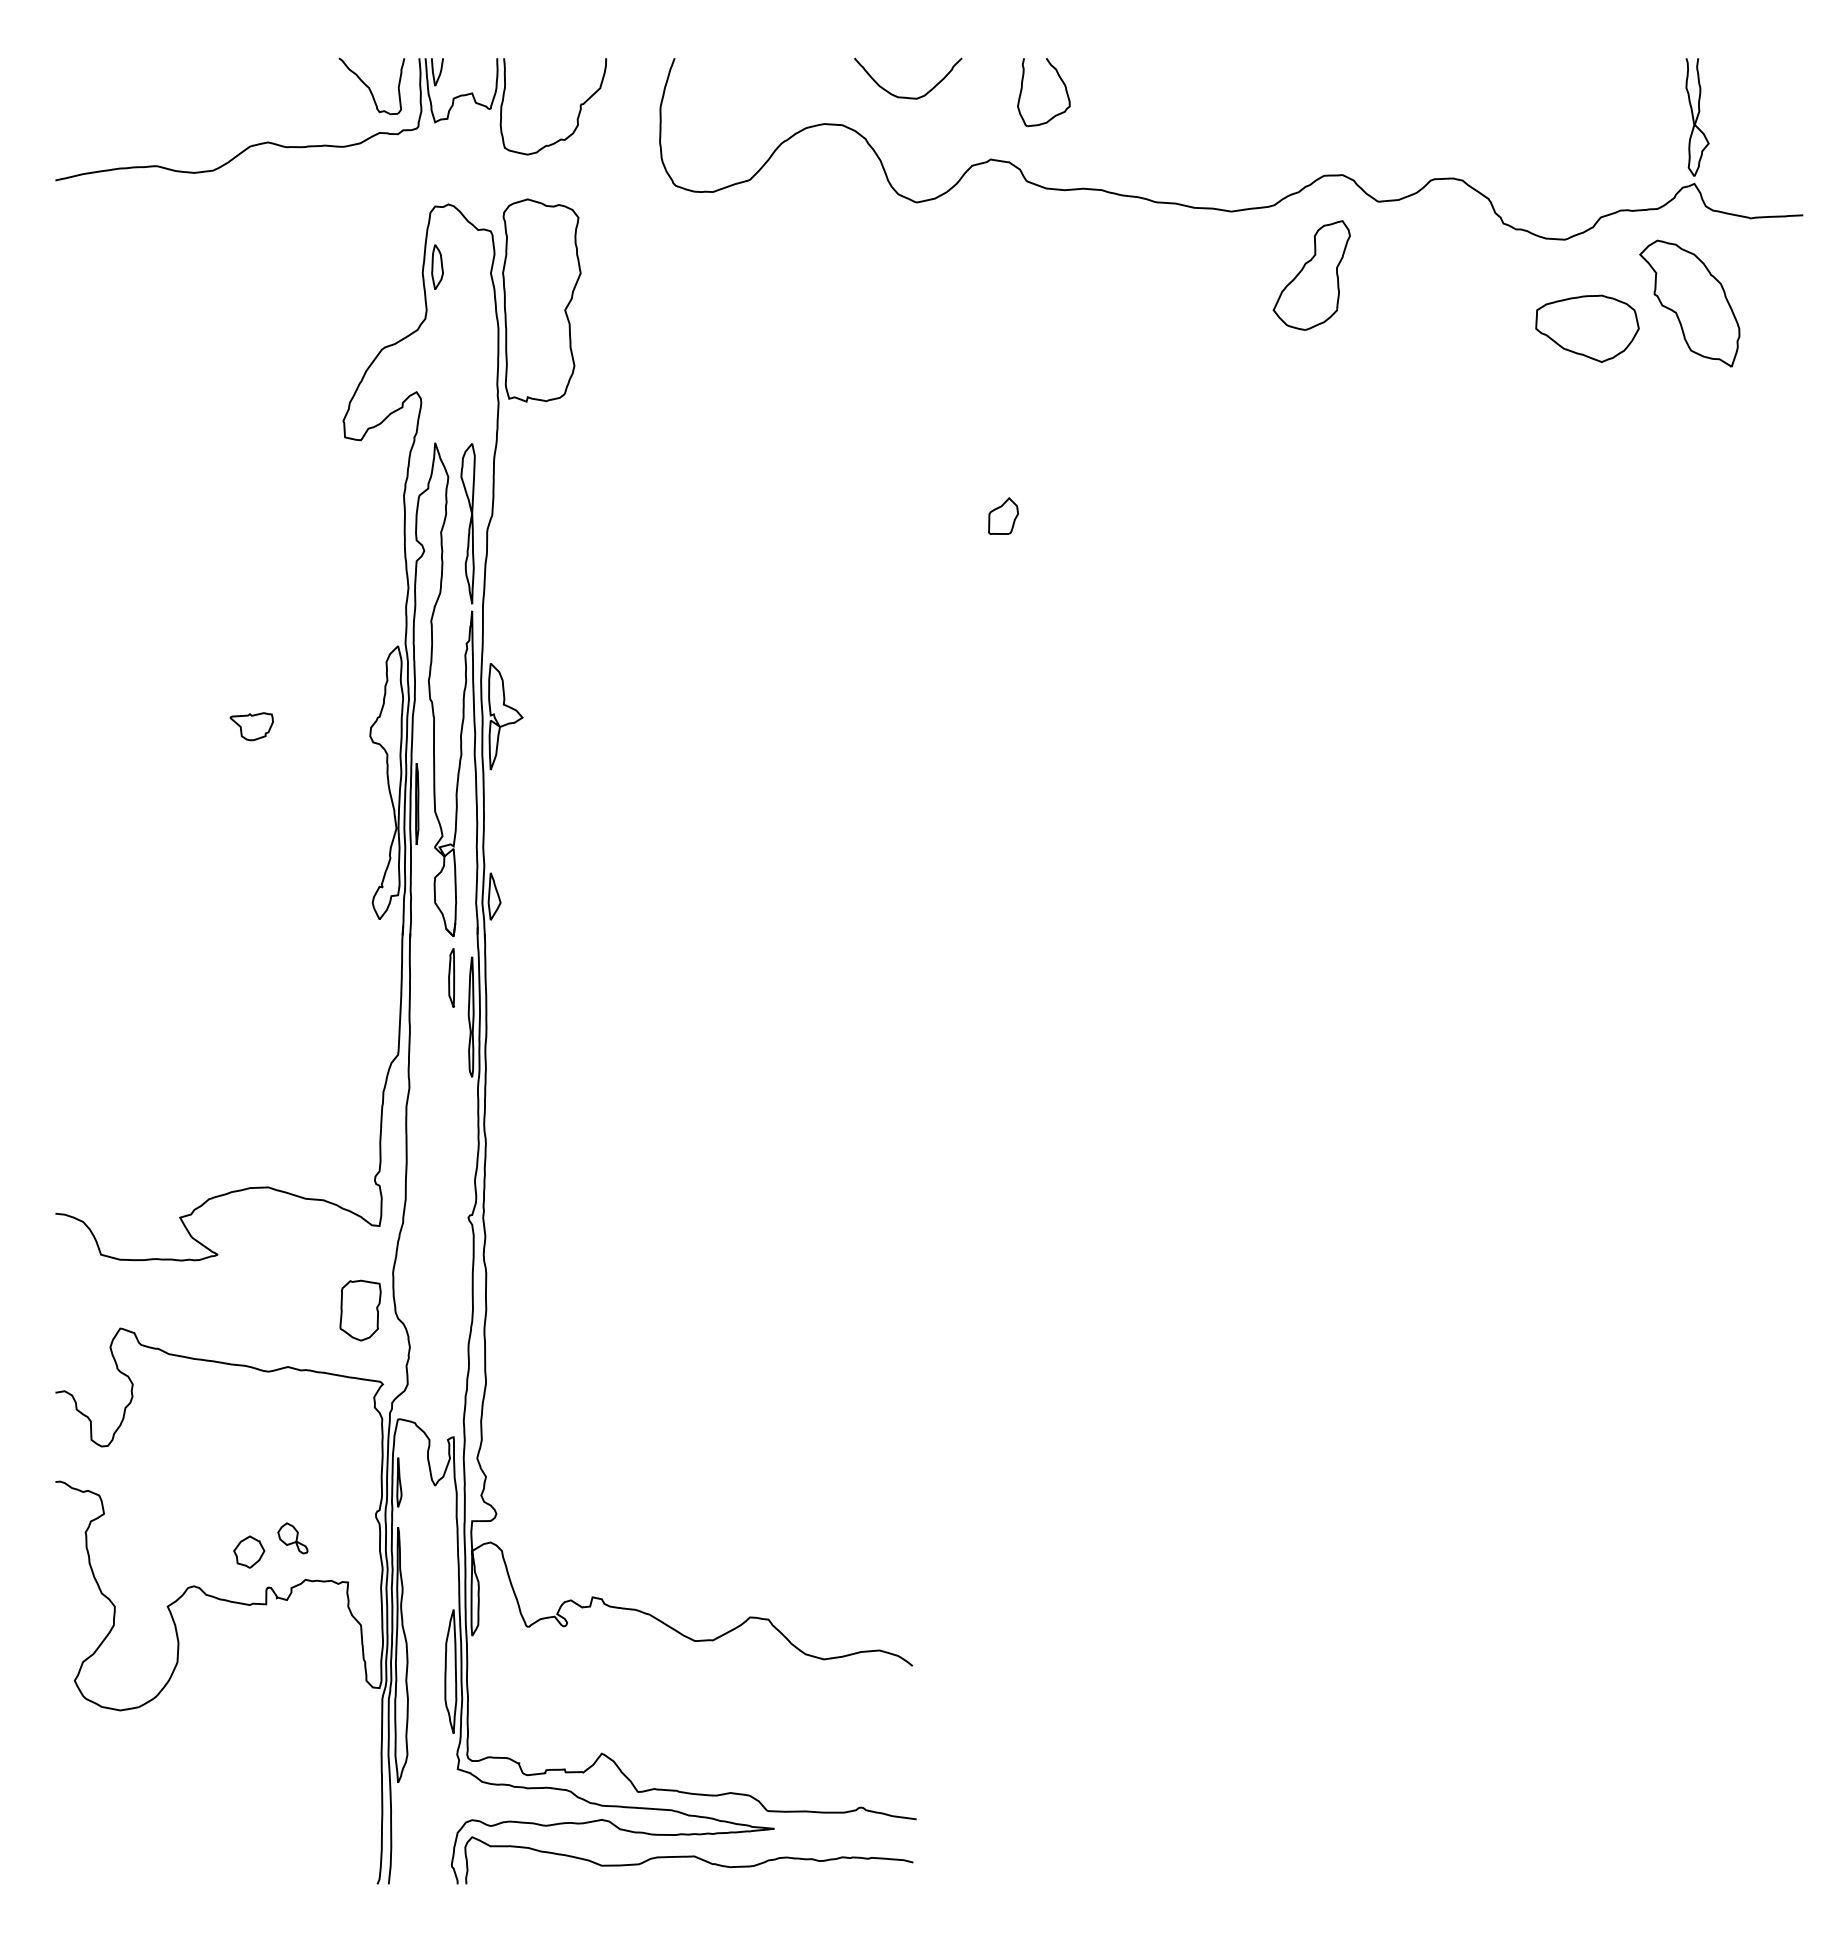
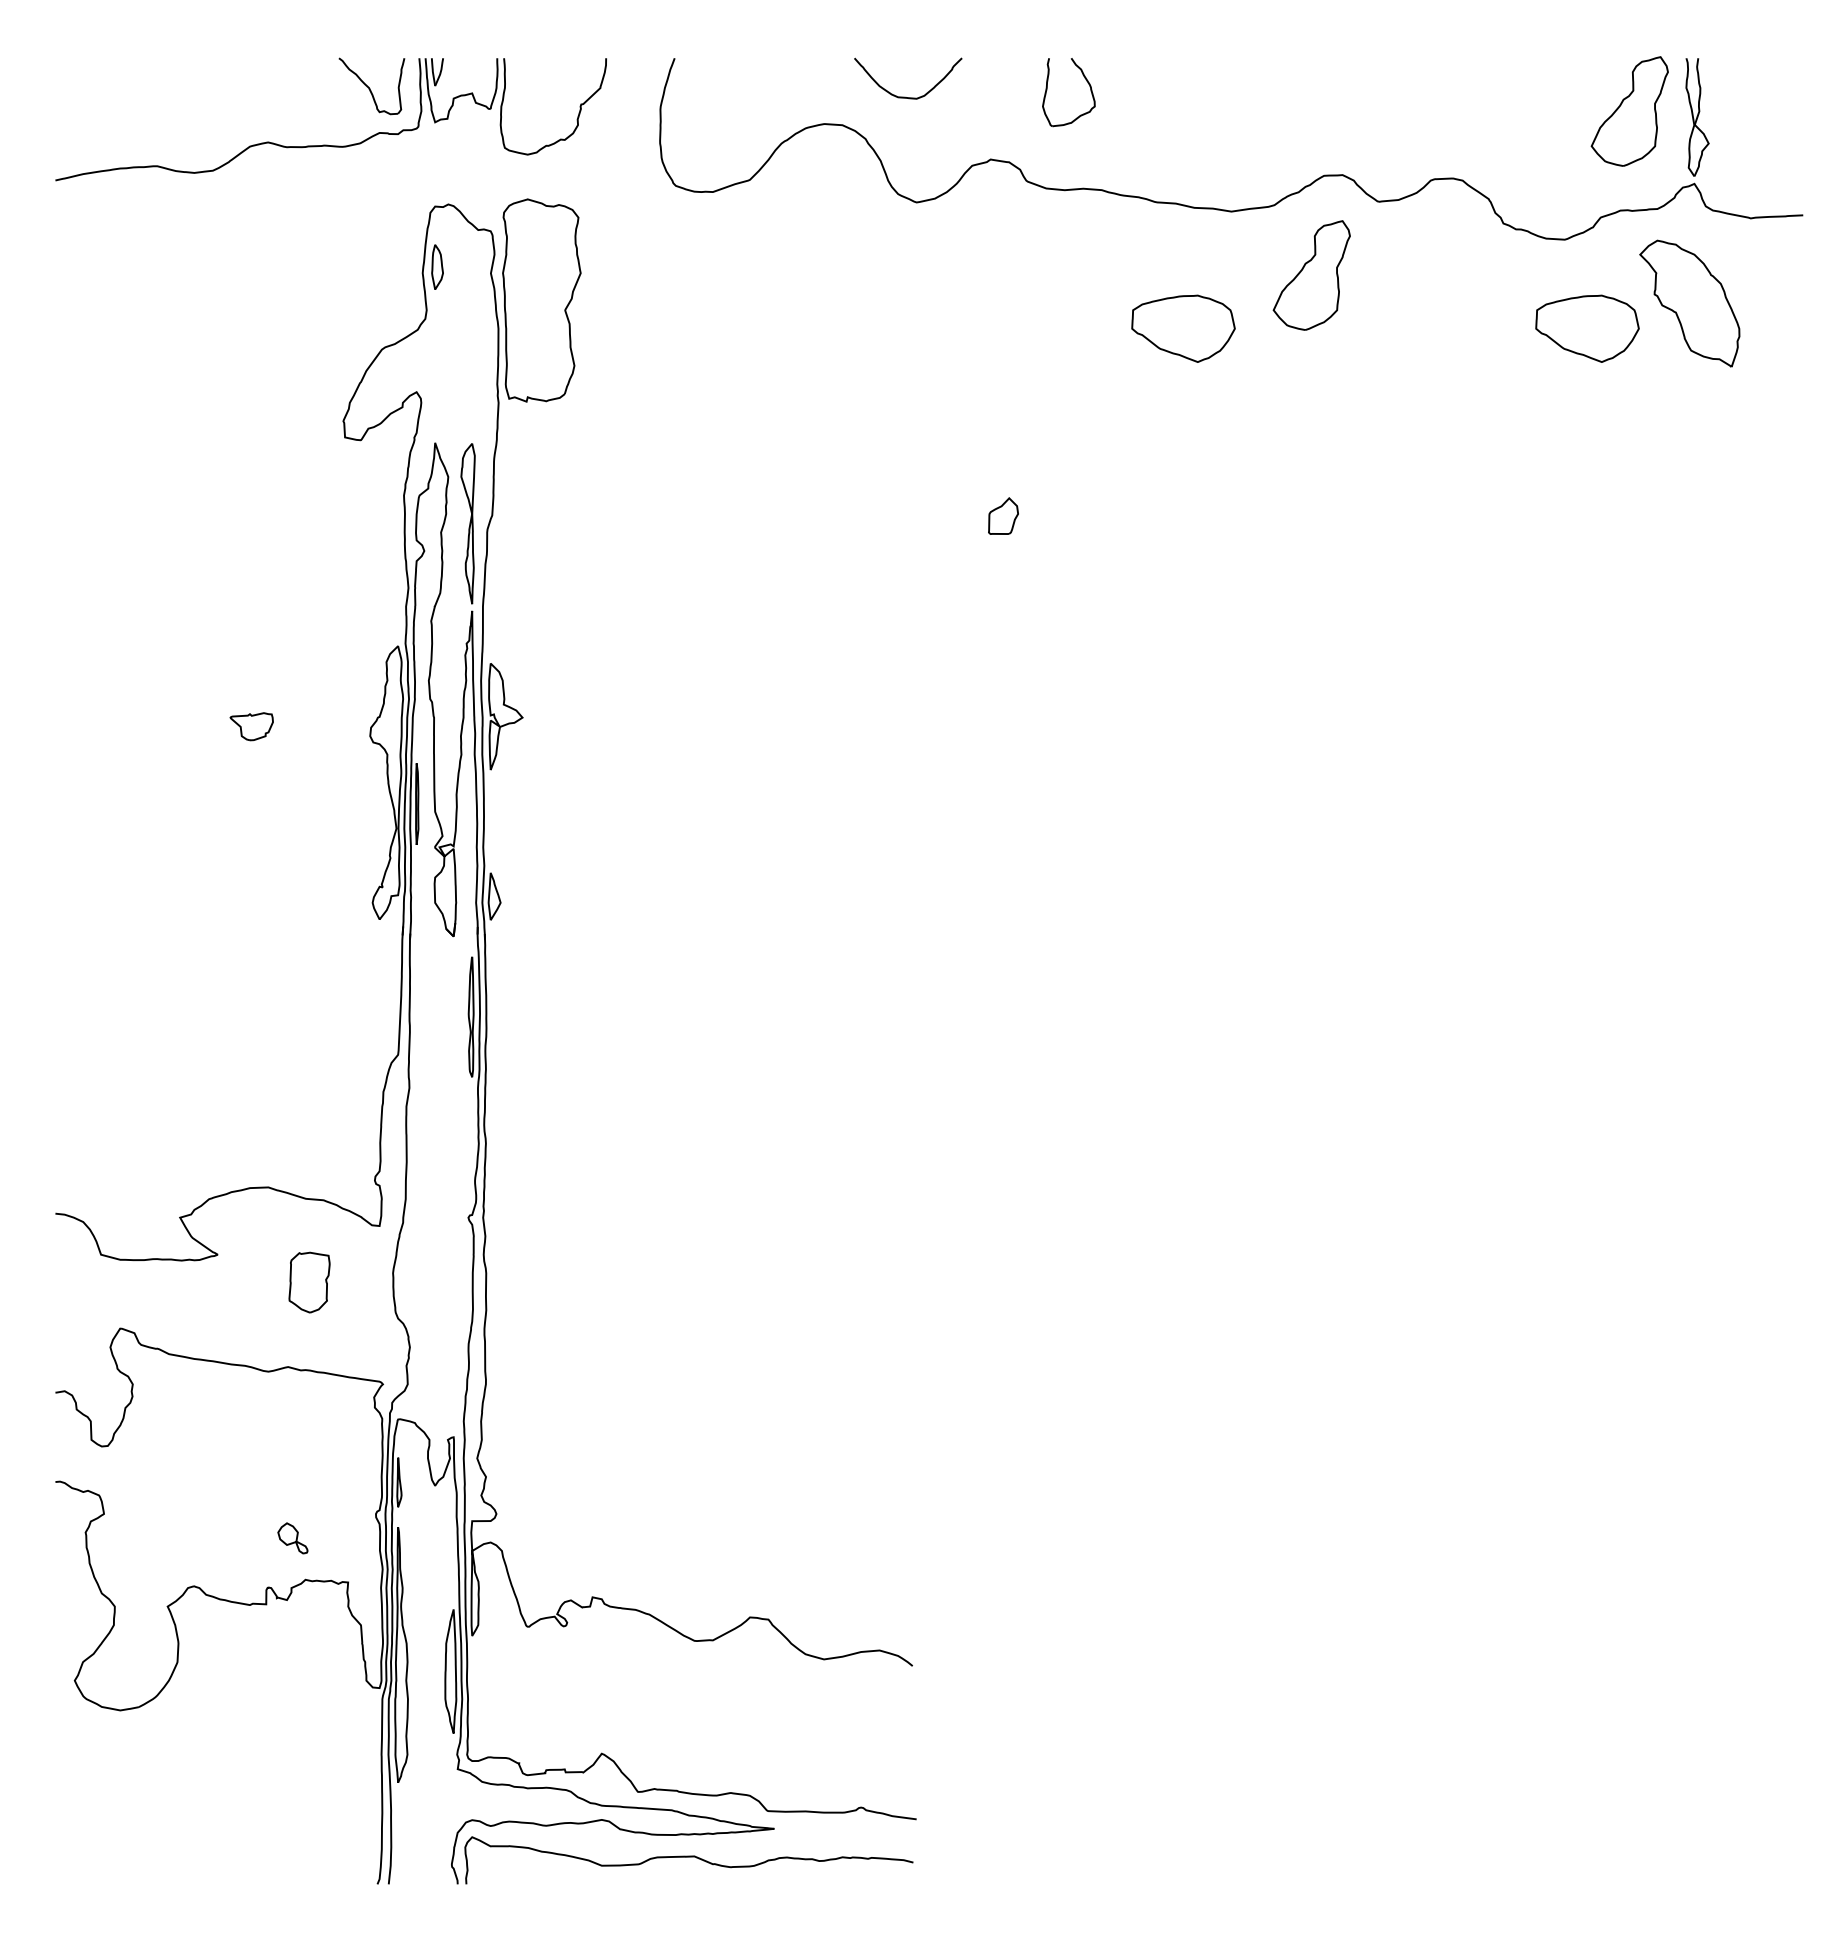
part at (1062, 83) position: (1062, 83) -> (1087, 83)
part at (1629, 111): none -> present
part at (1183, 328): none -> present
part at (451, 977): present -> none
part at (360, 1310) position: (360, 1310) -> (309, 1282)
part at (249, 1551): present -> none
